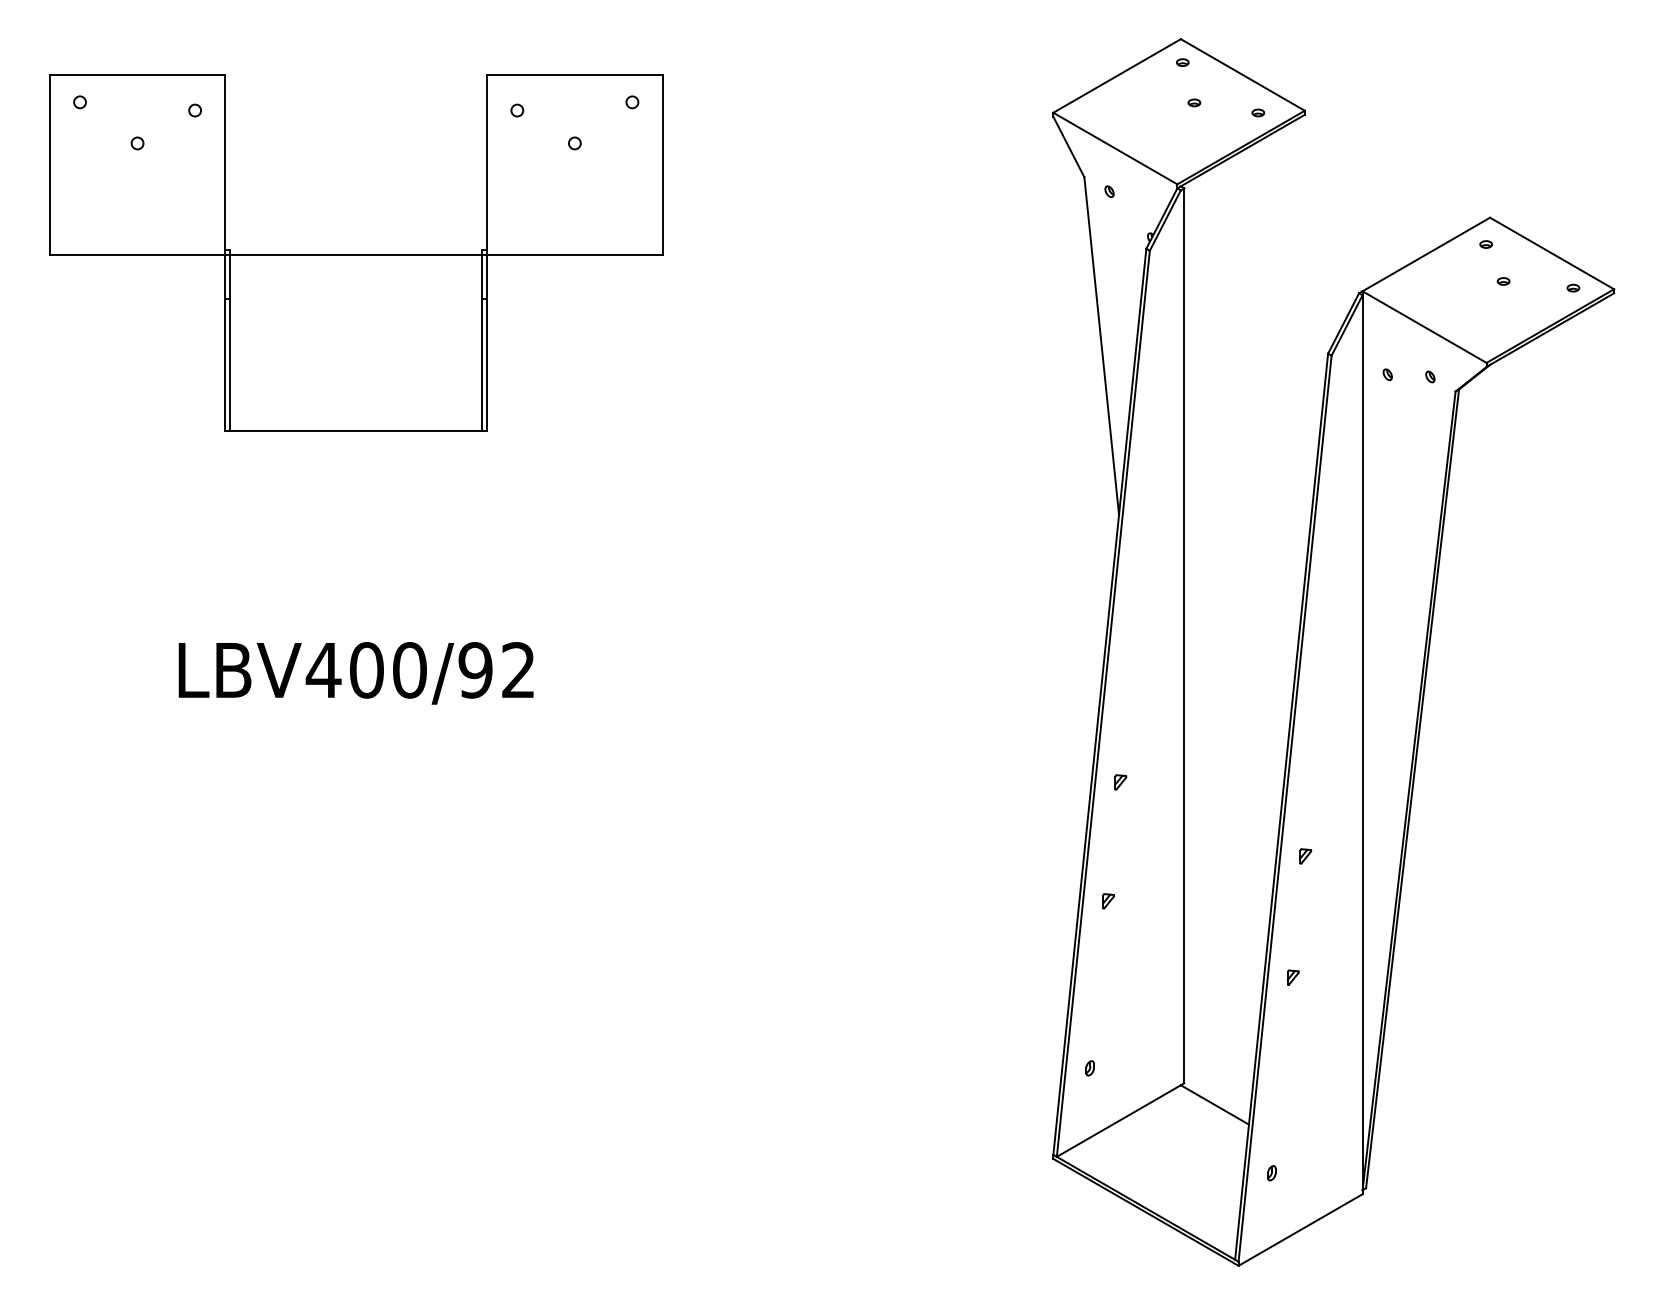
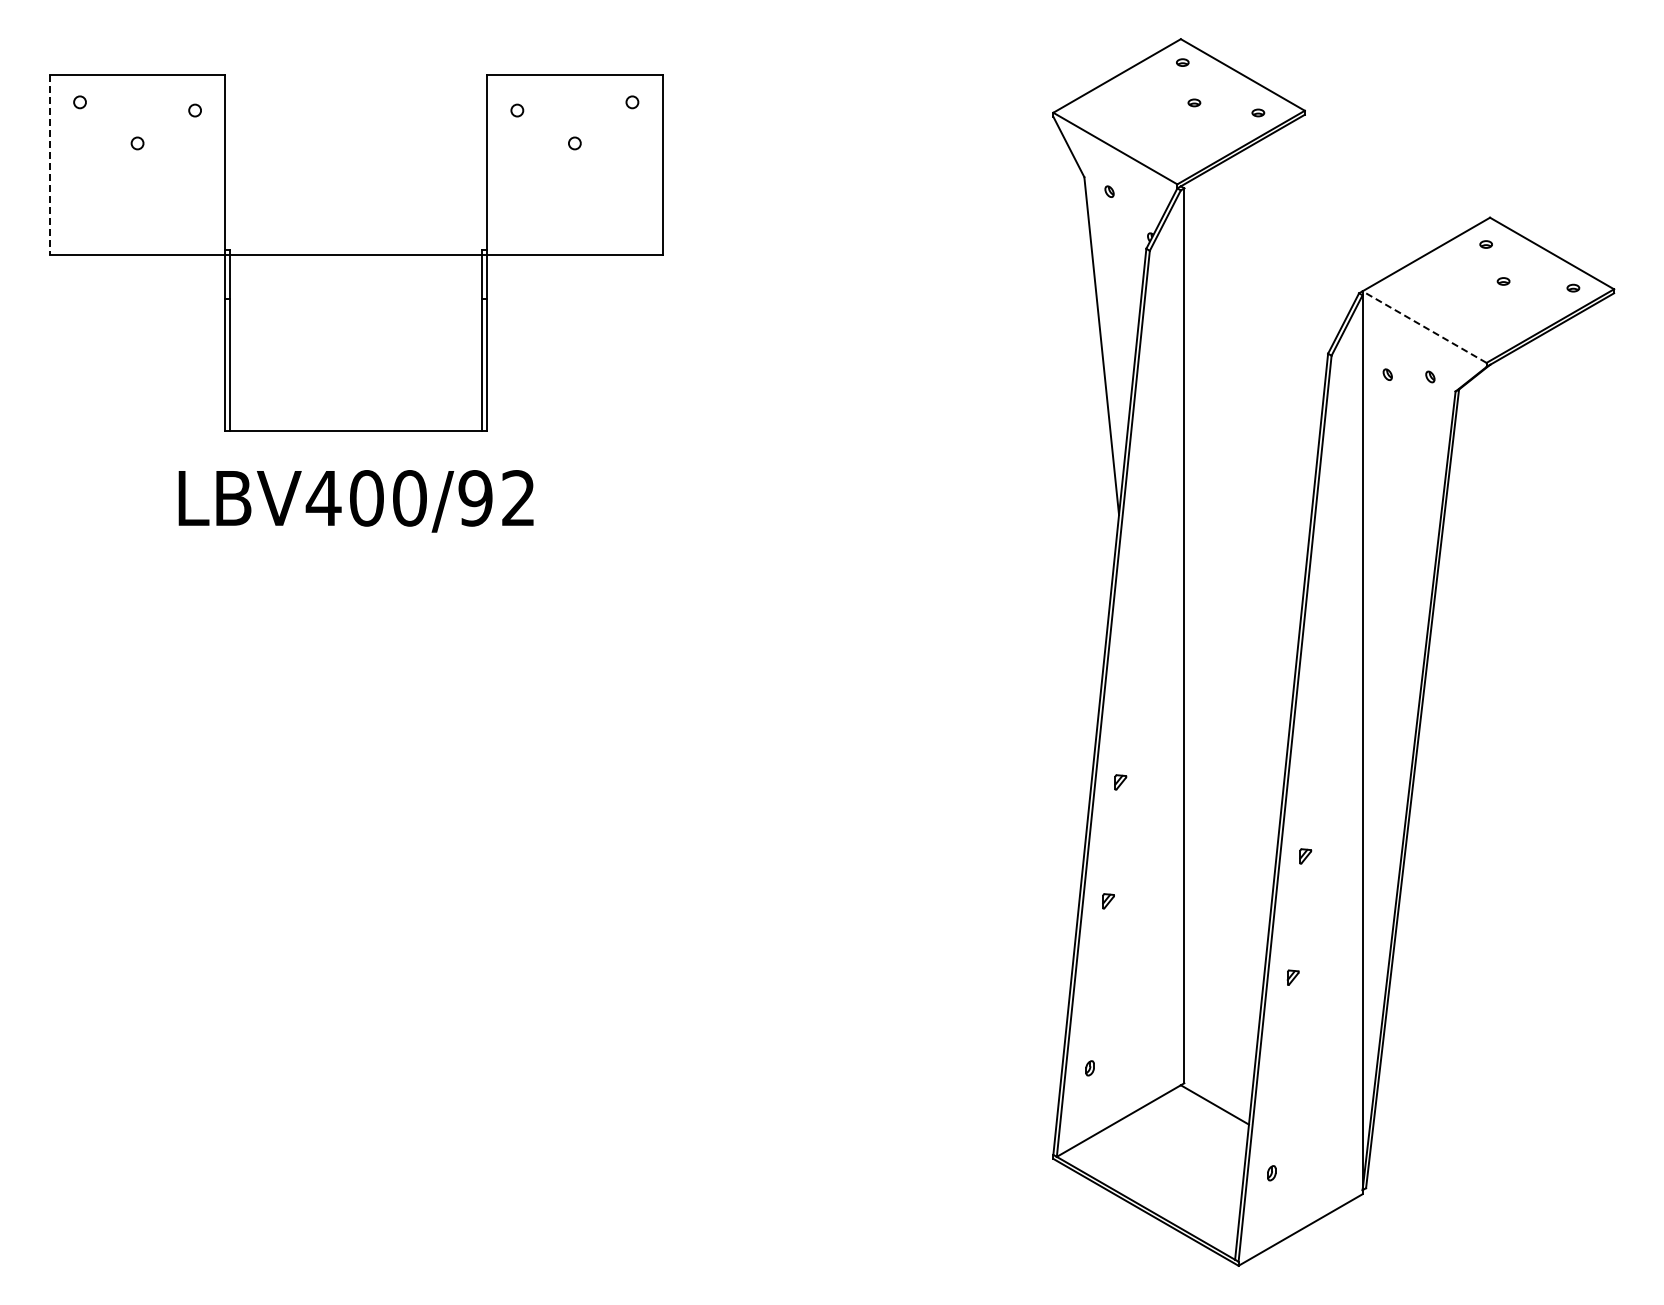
line at (49, 165): solid -> dashed
line at (1424, 327): solid -> dashed
text at (355, 673) position: (355, 673) -> (355, 501)
